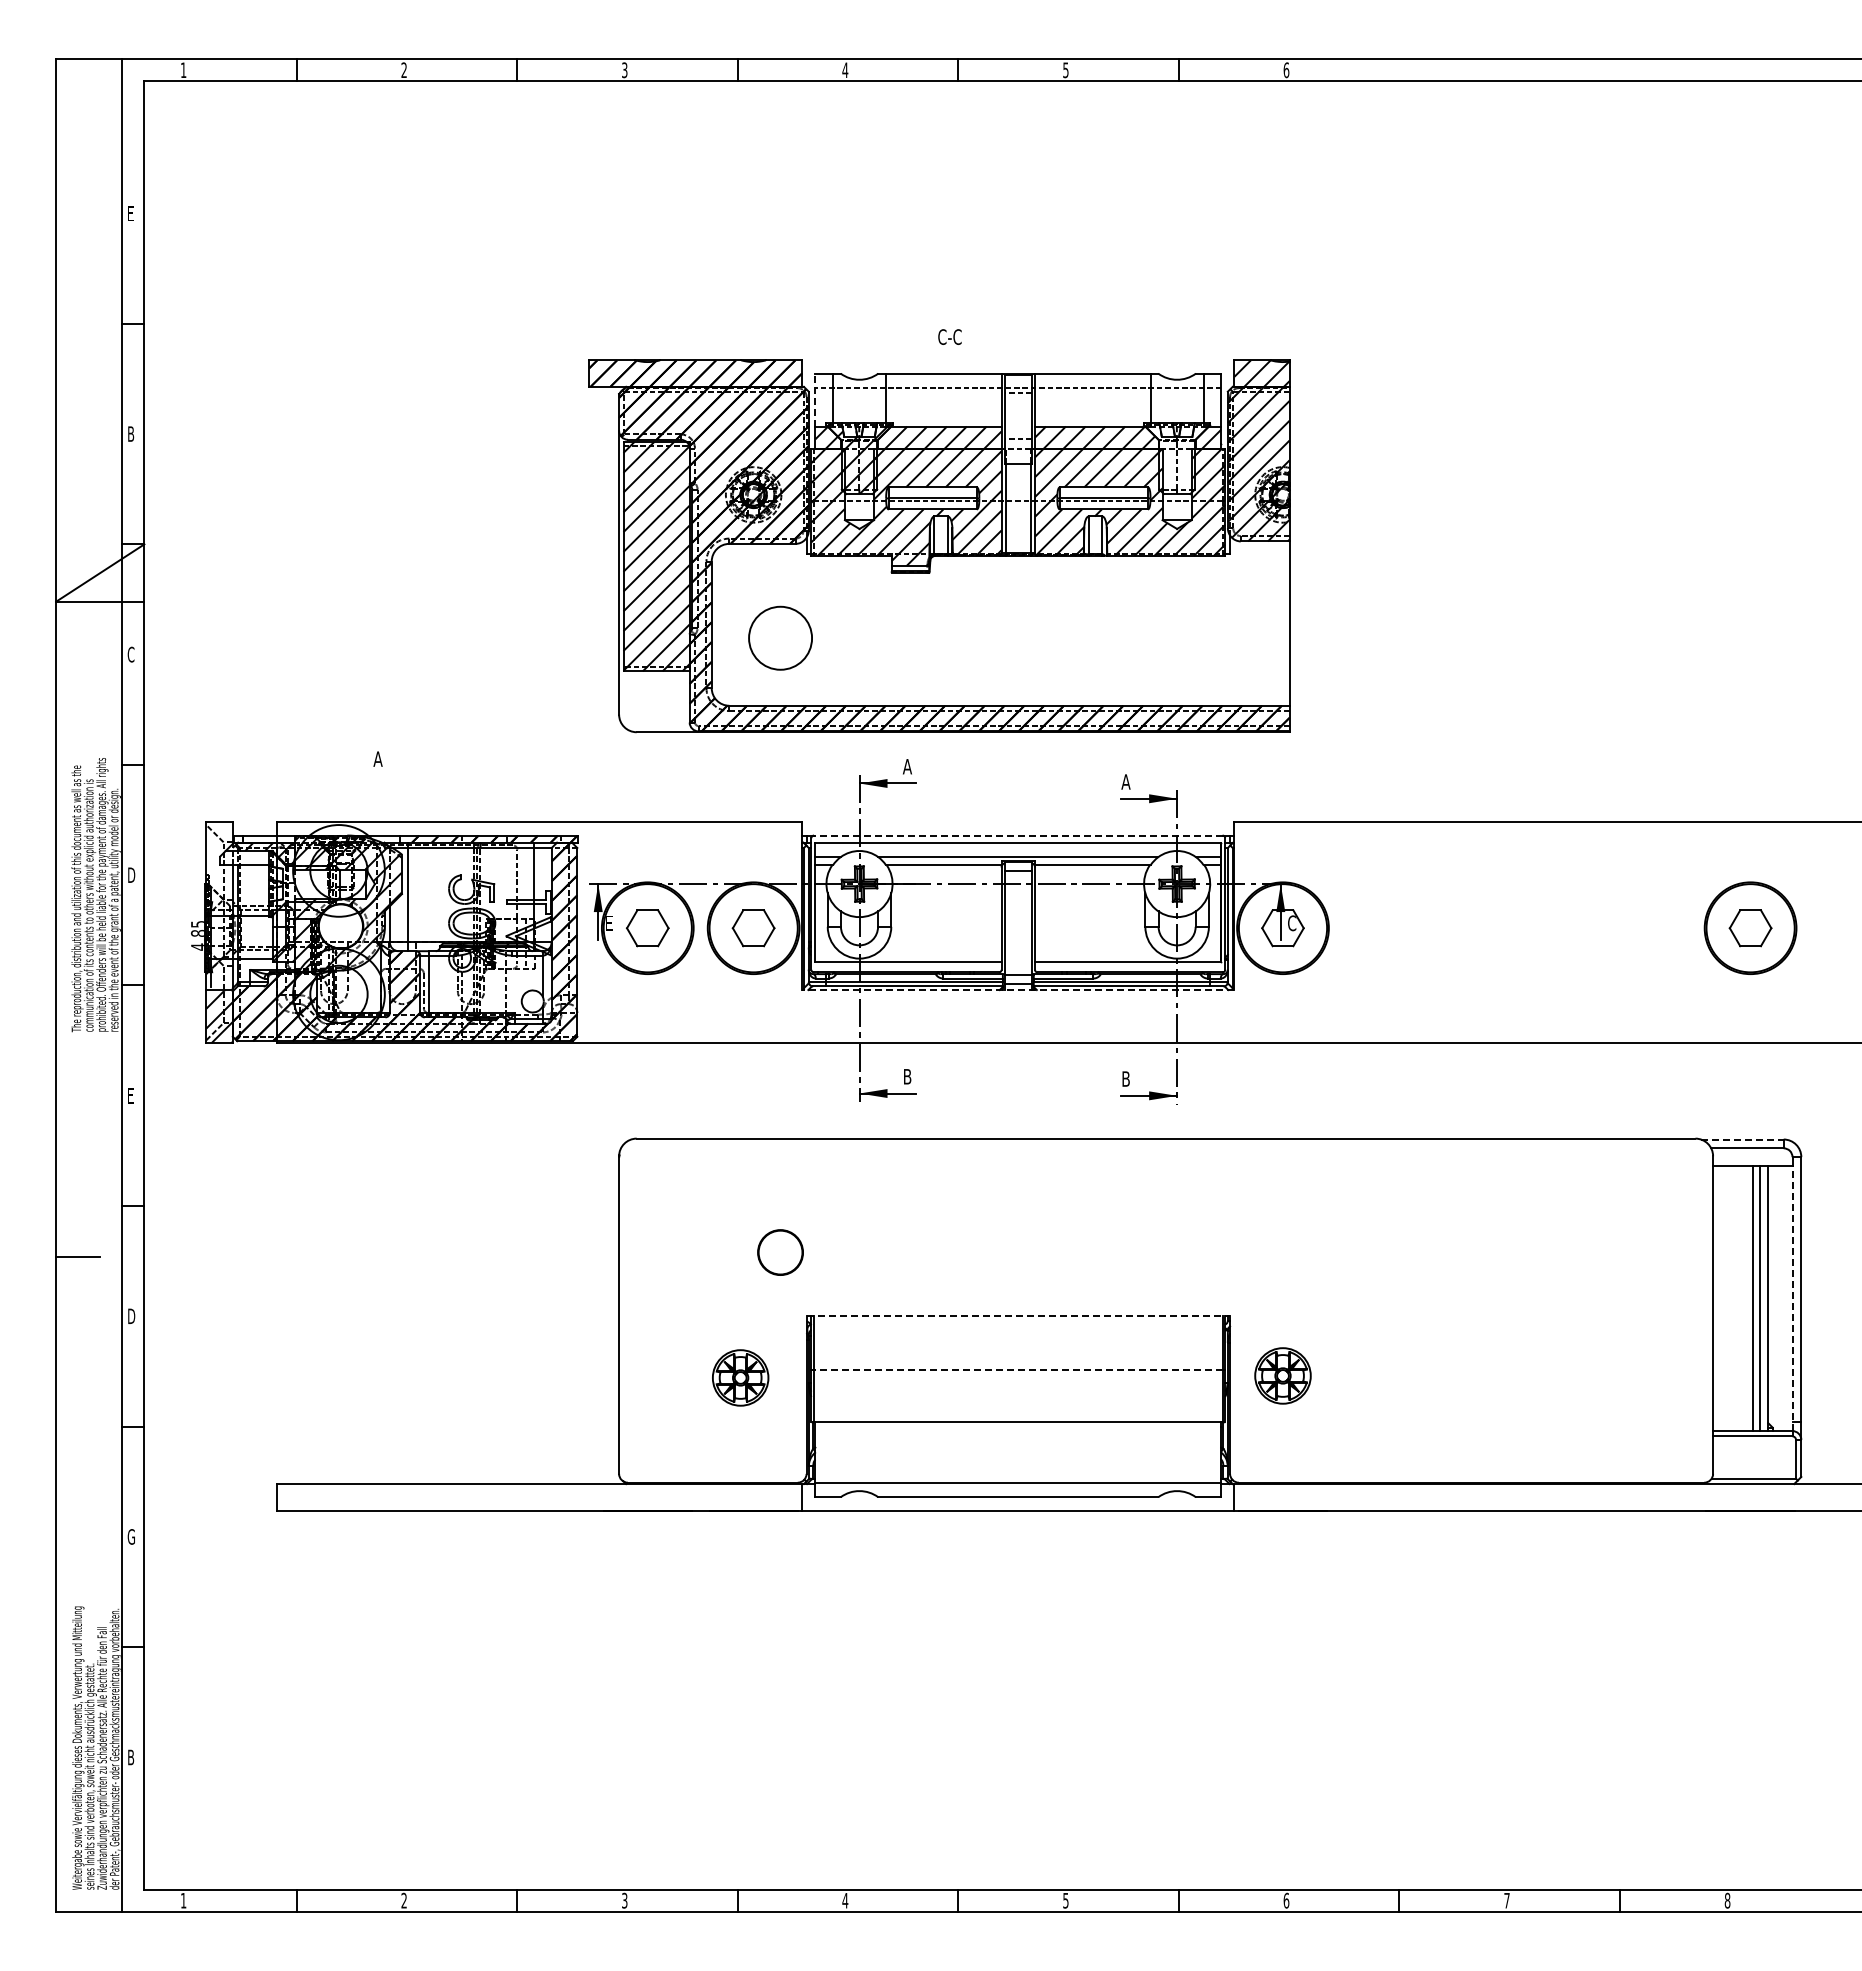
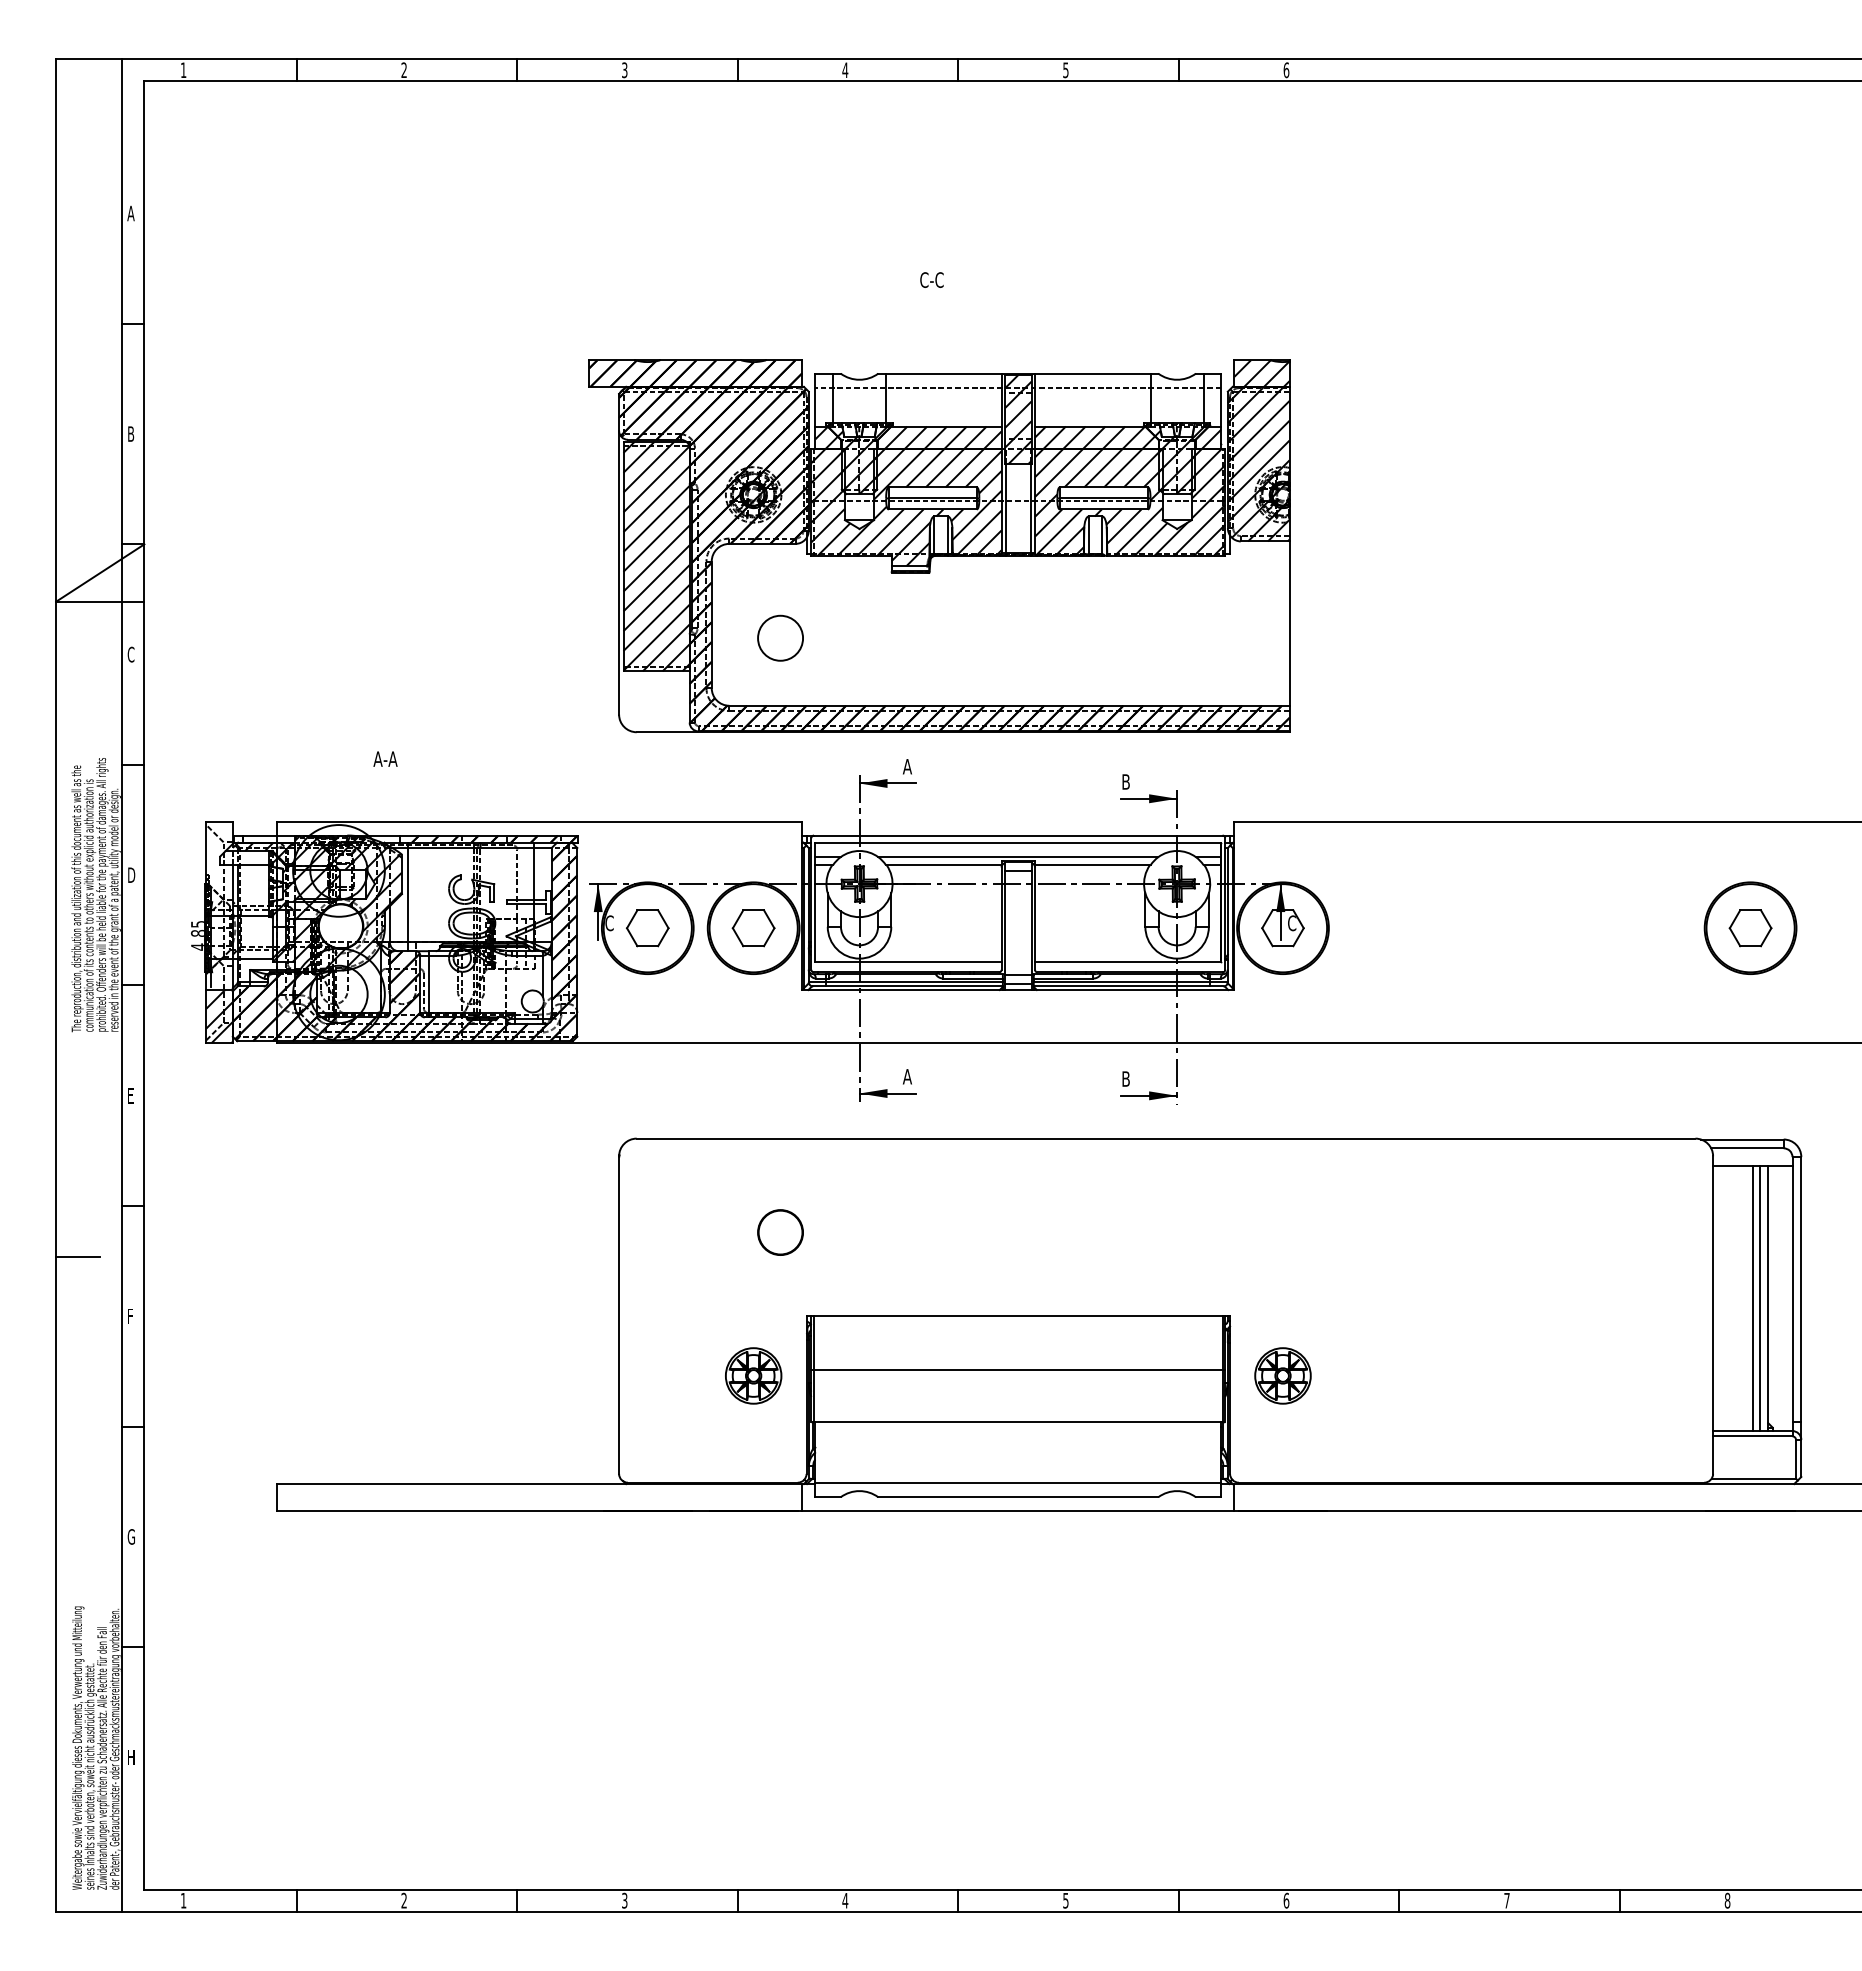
text at (130, 213): E -> A
text at (949, 336) position: (949, 336) -> (931, 279)
line at (815, 399): dashed -> solid
hatch at (1018, 419): none -> present
hatch at (1176, 458): none -> present
circle at (780, 637) diameter: 63 px -> 45 px
text at (390, 758): A -> A-A
text at (1125, 781): A -> B
line at (1017, 835): dashed -> solid
hatch at (304, 881): none -> present
text at (609, 923): E -> C
line at (1017, 990): dashed -> solid
text at (906, 1076): B -> A
line at (1742, 1139): dashed -> solid
circle at (780, 1252) position: (780, 1252) -> (780, 1232)
line at (1792, 1298): dashed -> solid
text at (131, 1315): D -> F
line at (1018, 1316): dashed -> solid
line at (1017, 1369): dashed -> solid
part at (740, 1377) position: (740, 1377) -> (753, 1375)
text at (131, 1757): B -> H
